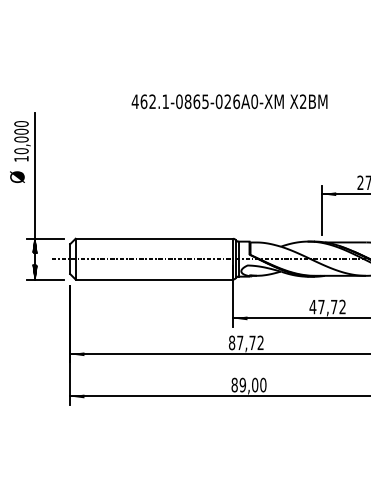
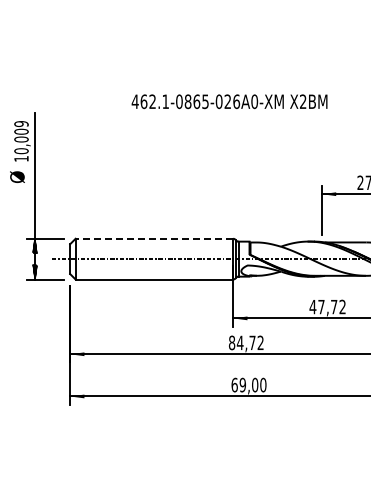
text at (21, 123): 10,000 -> 10,009
line at (154, 238): solid -> dashed
text at (239, 342): 87,72 -> 84,72
text at (234, 384): 89,00 -> 69,00
